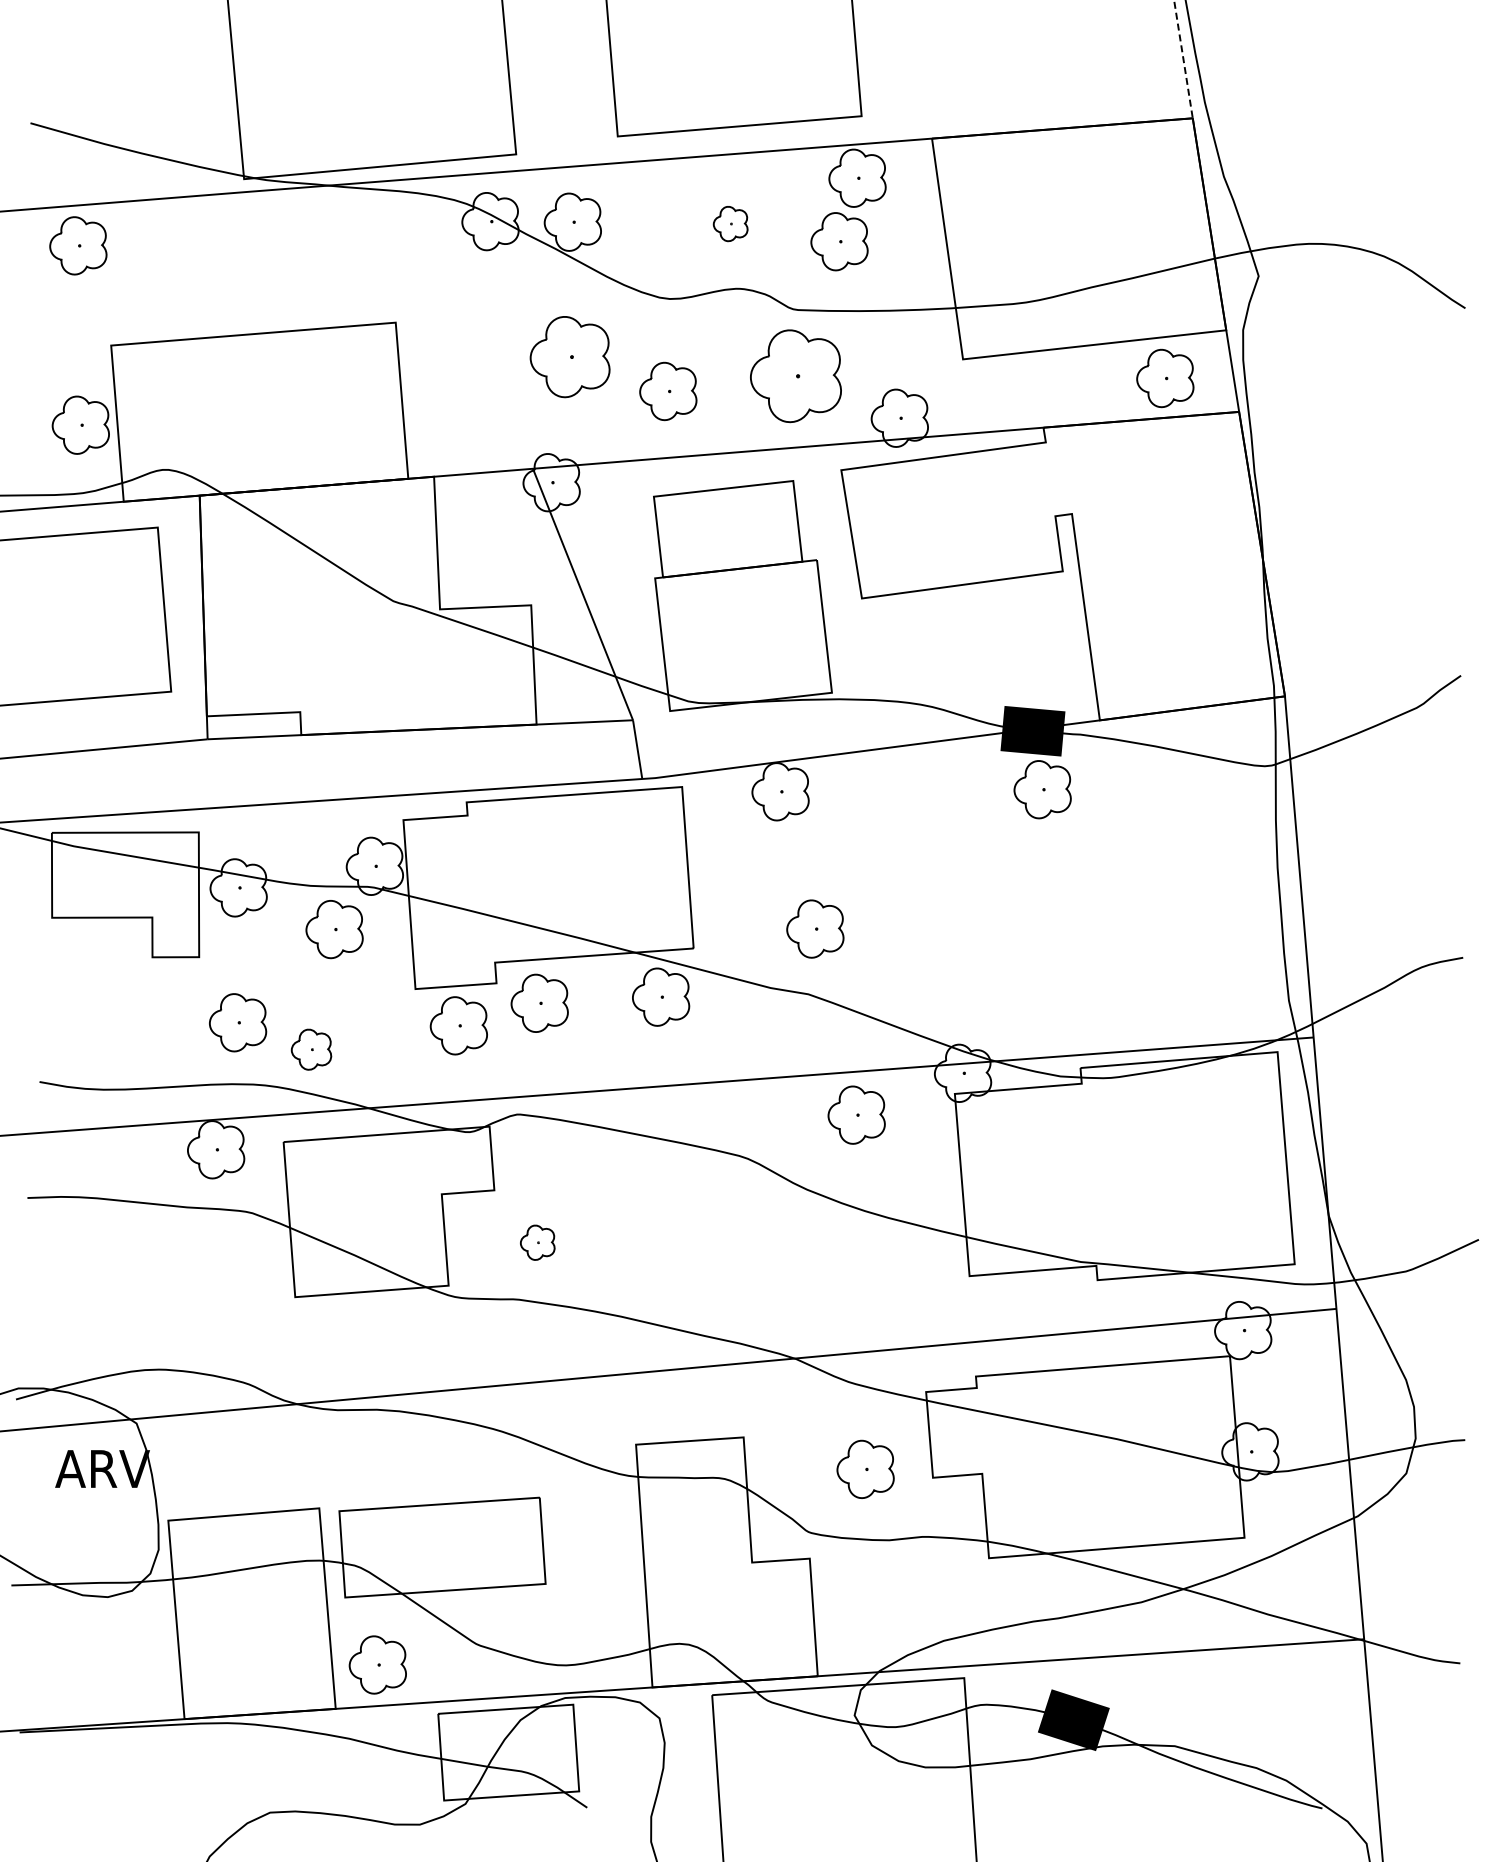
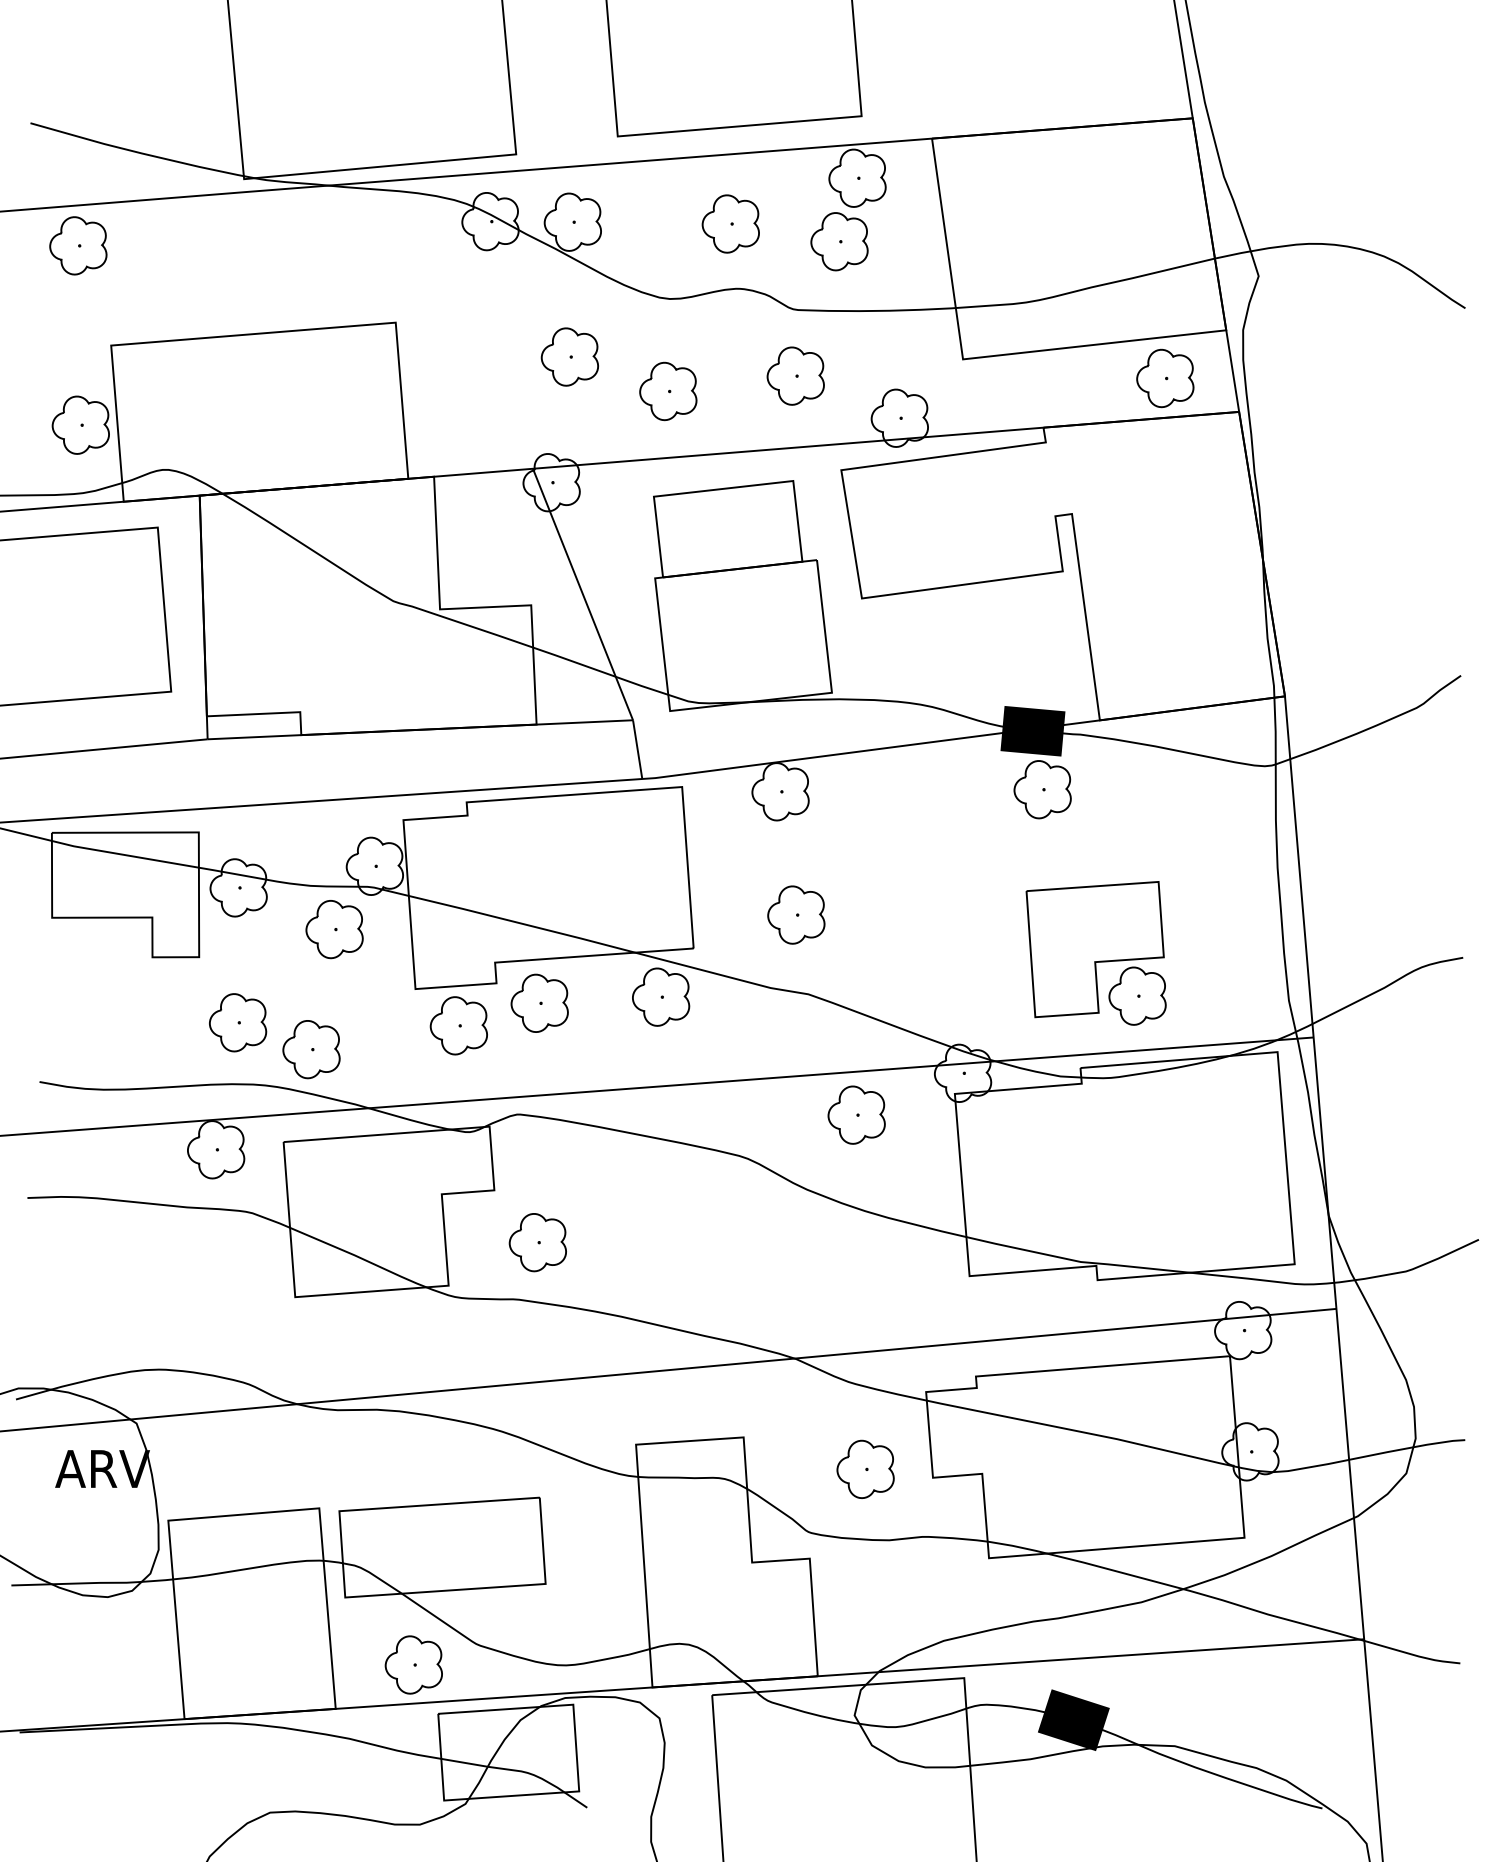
line at (1183, 60): dashed -> solid
part at (730, 224) size: 37x37 px -> 59x60 px
part at (569, 357) size: 82x83 px -> 59x60 px
part at (795, 376) size: 92x95 px -> 59x60 px
part at (815, 928) position: (815, 928) -> (796, 914)
part at (1095, 953): none -> present
part at (311, 1049) size: 43x43 px -> 59x60 px
part at (537, 1242) size: 36x37 px -> 59x60 px
part at (377, 1664) position: (377, 1664) -> (413, 1664)
